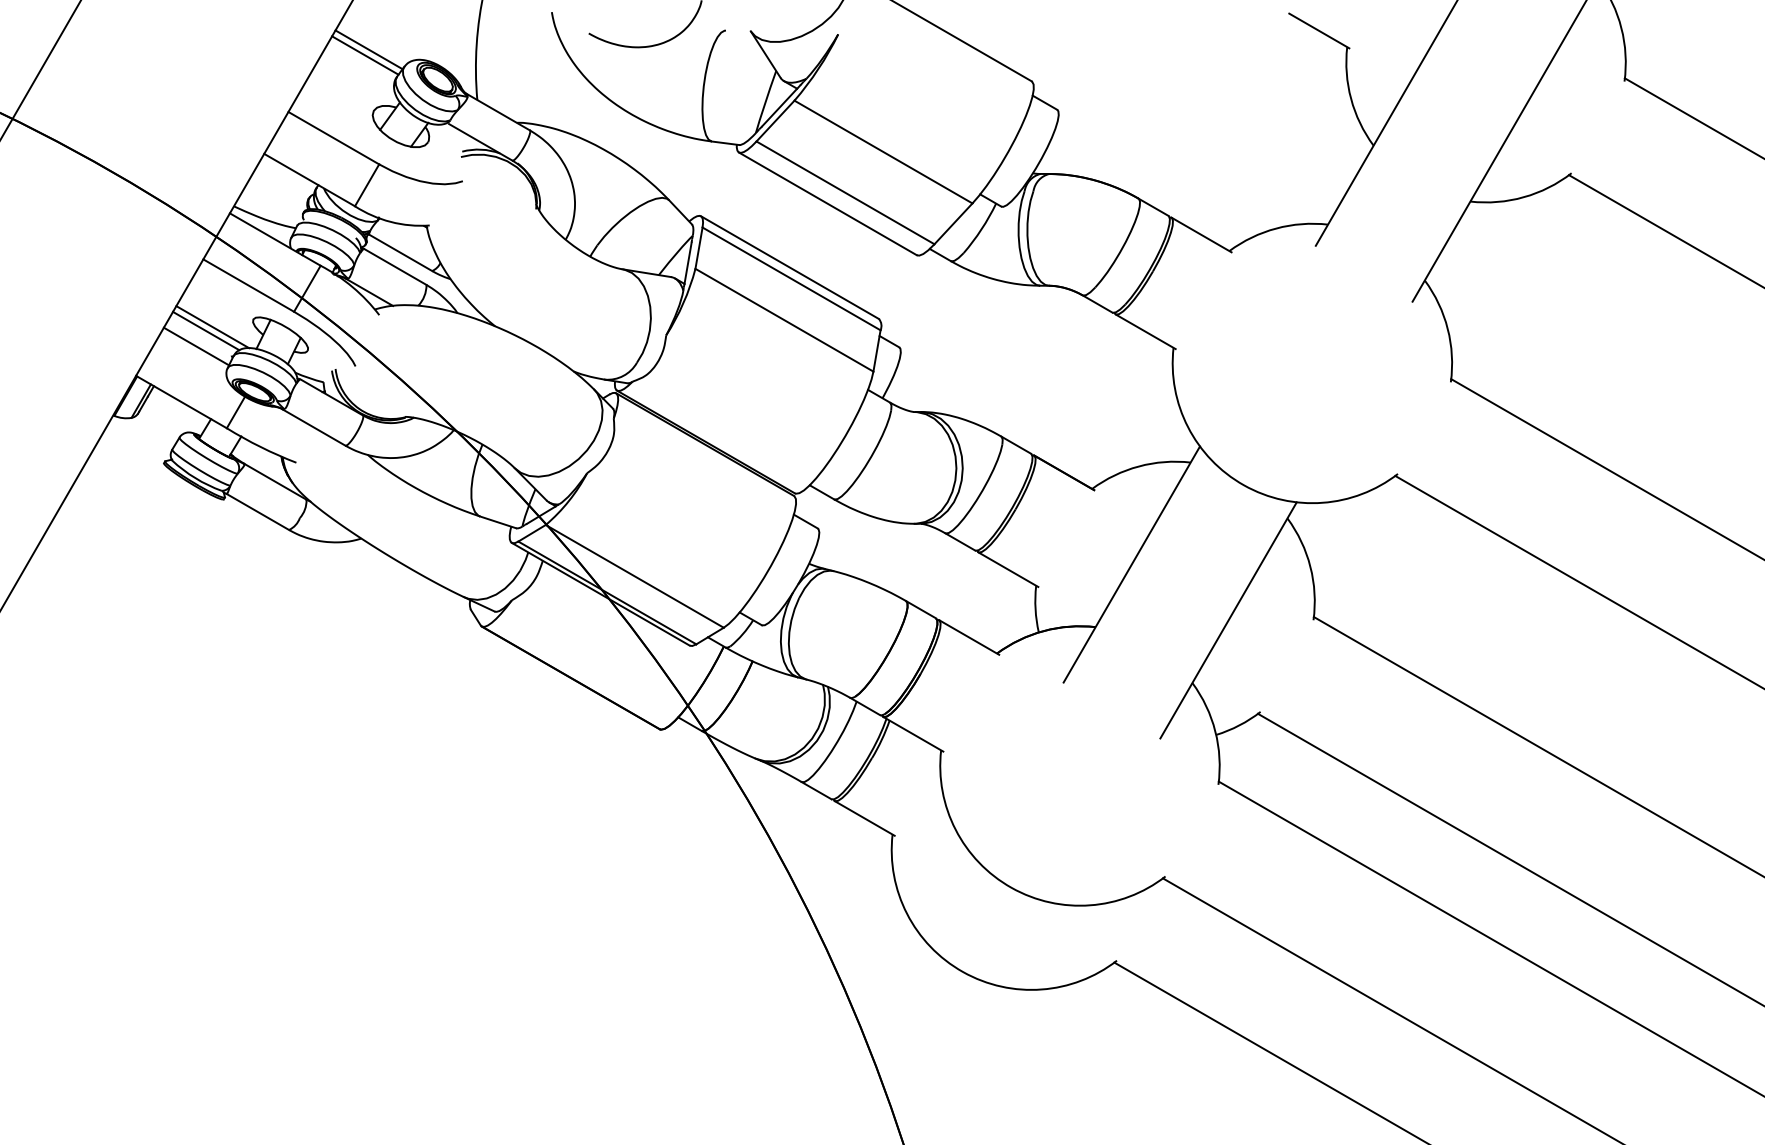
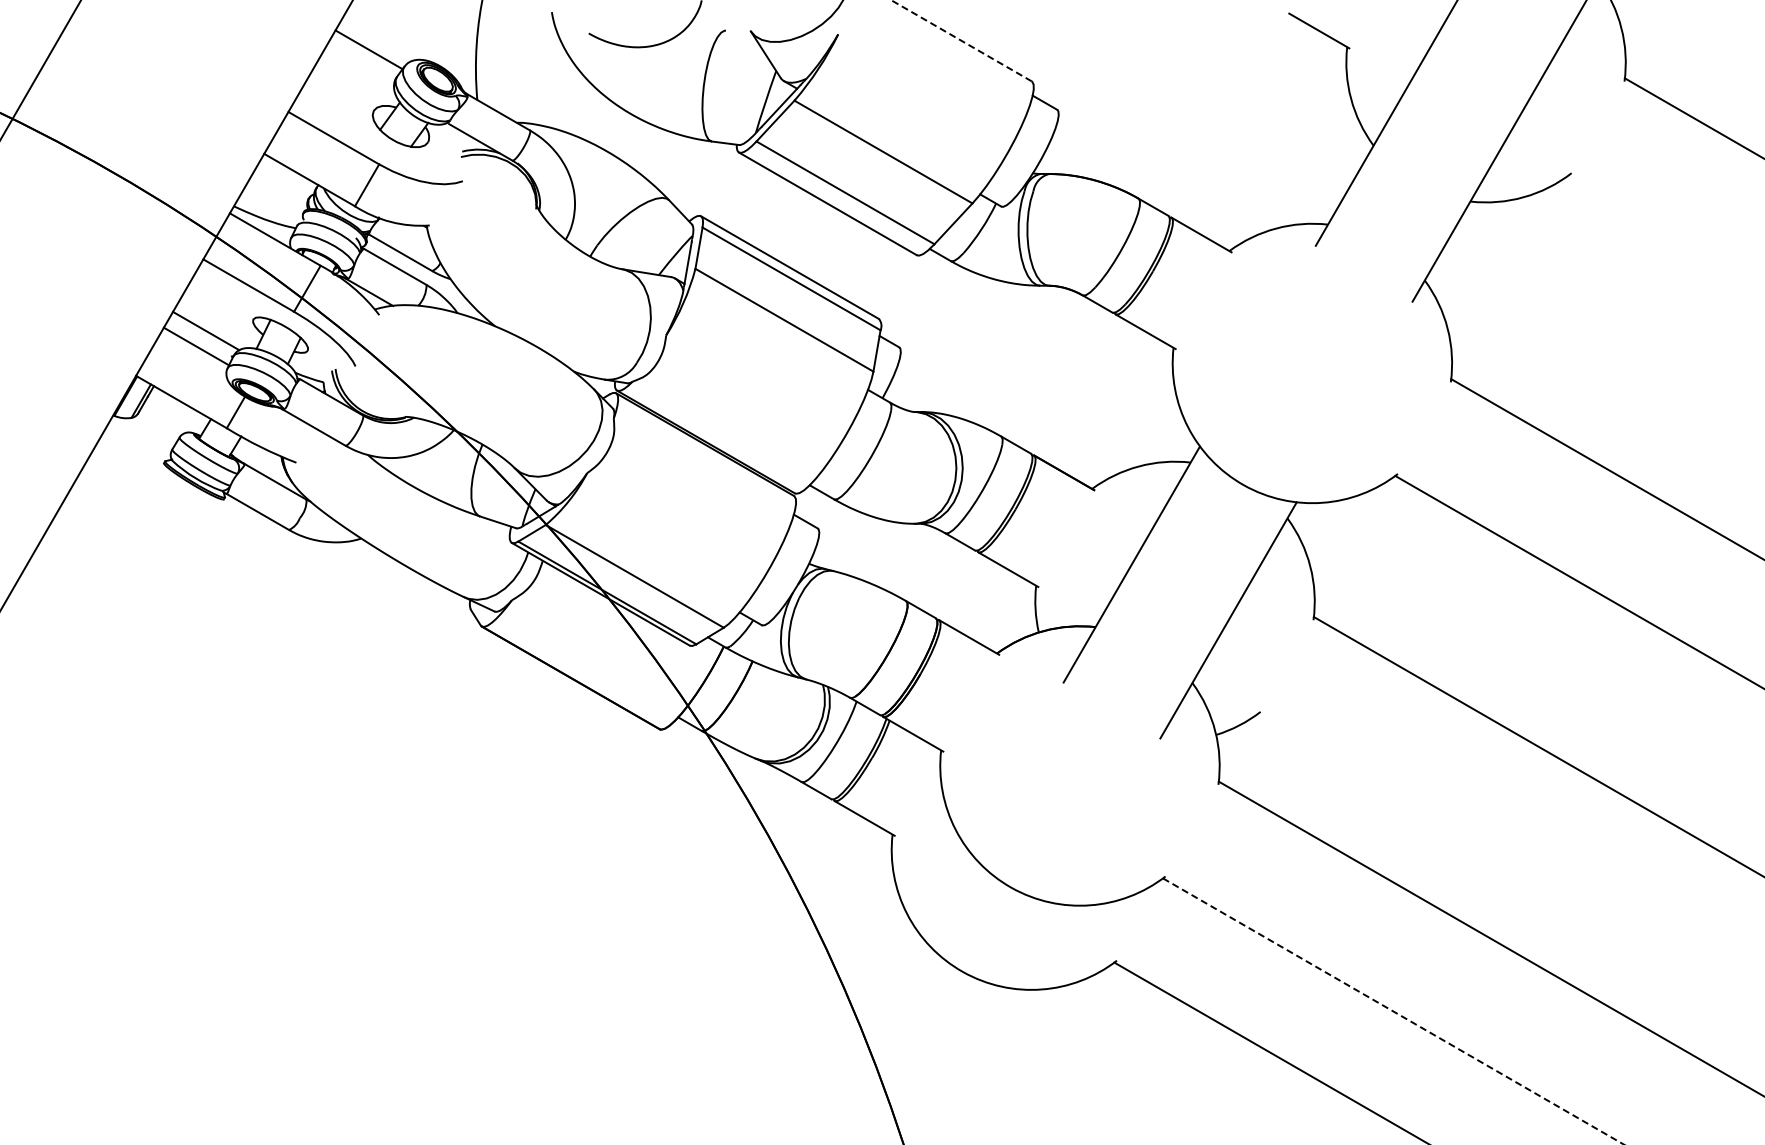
line at (960, 40): solid -> dashed
line at (365, 55): present -> none
line at (1664, 230): present -> none
line at (212, 327): present -> none
line at (1509, 858): present -> none
line at (1393, 1011): solid -> dashed
